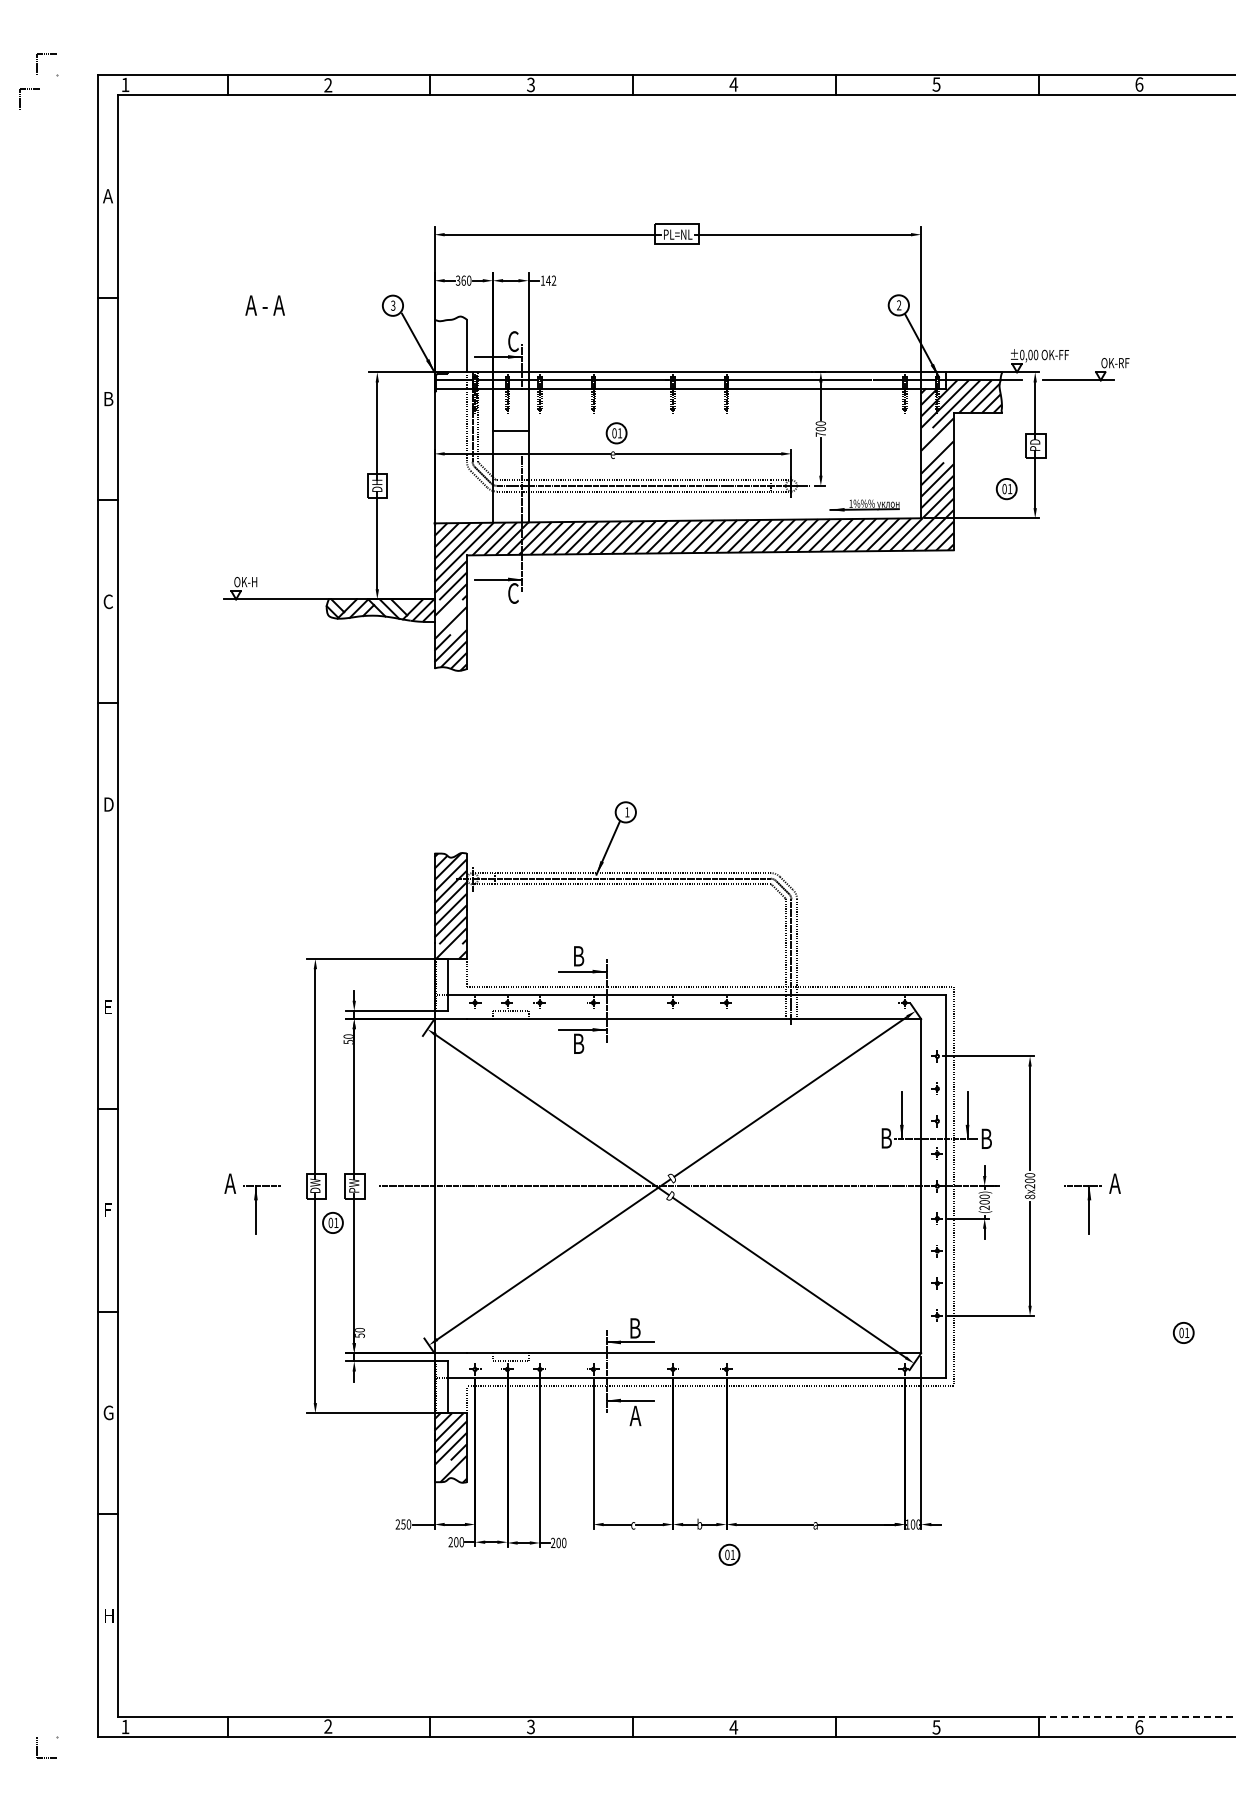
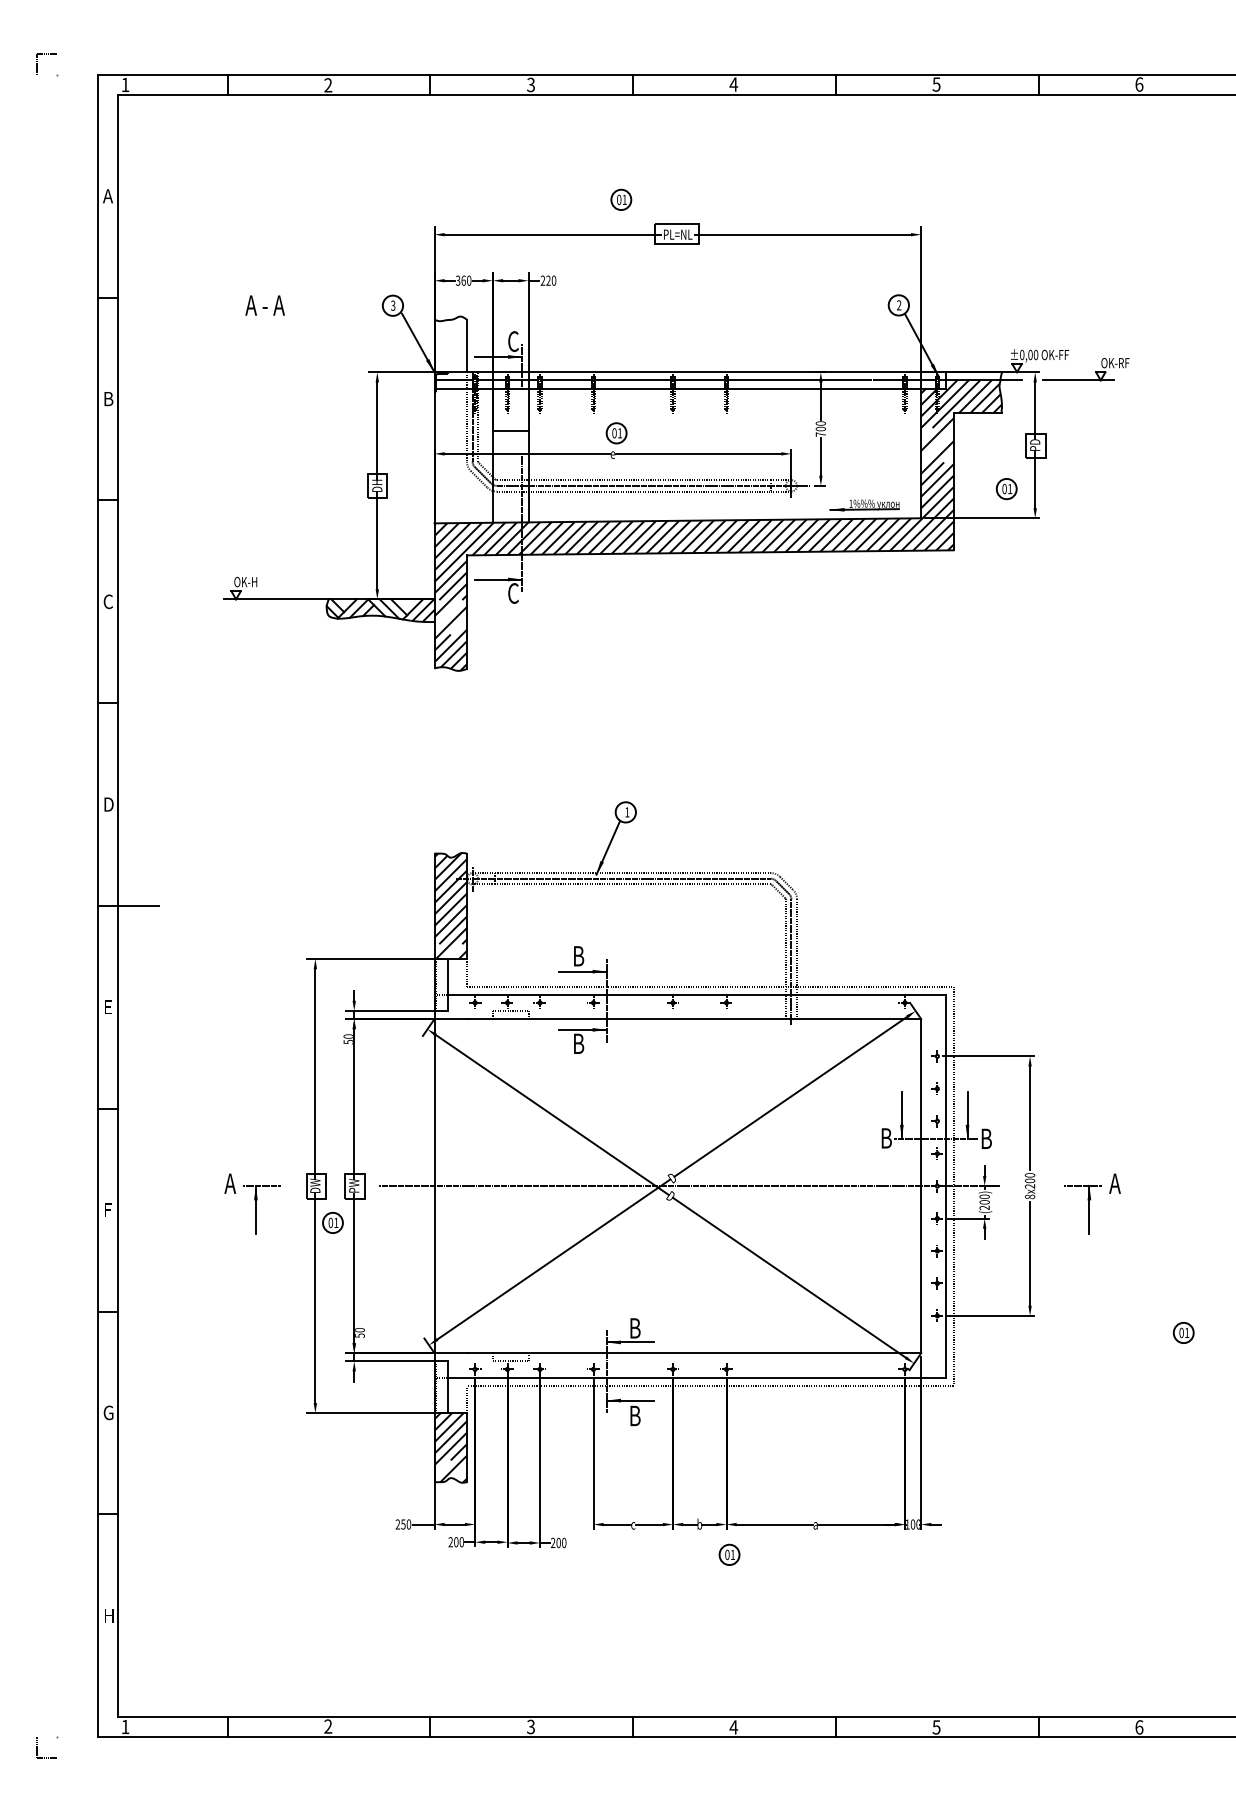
part at (29, 89): present -> none
part at (621, 199): none -> present
text at (548, 280): 142 -> 220
line at (127, 906): none -> present
text at (635, 1415): A -> B
line at (1137, 1717): dashed -> solid
